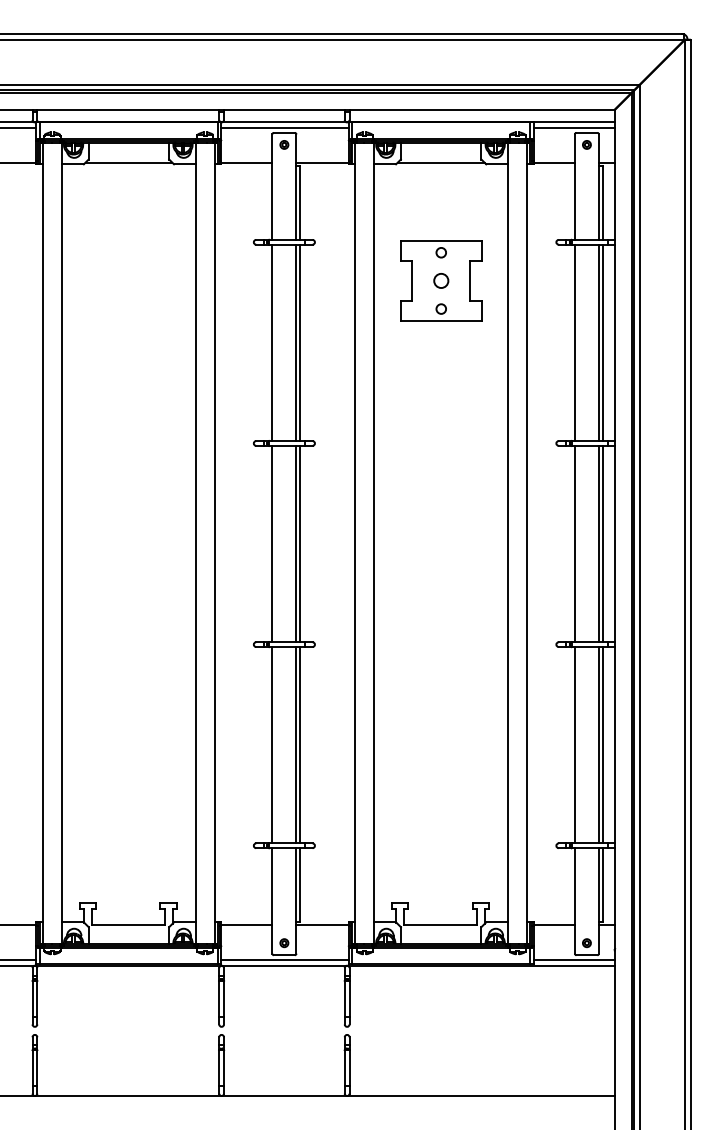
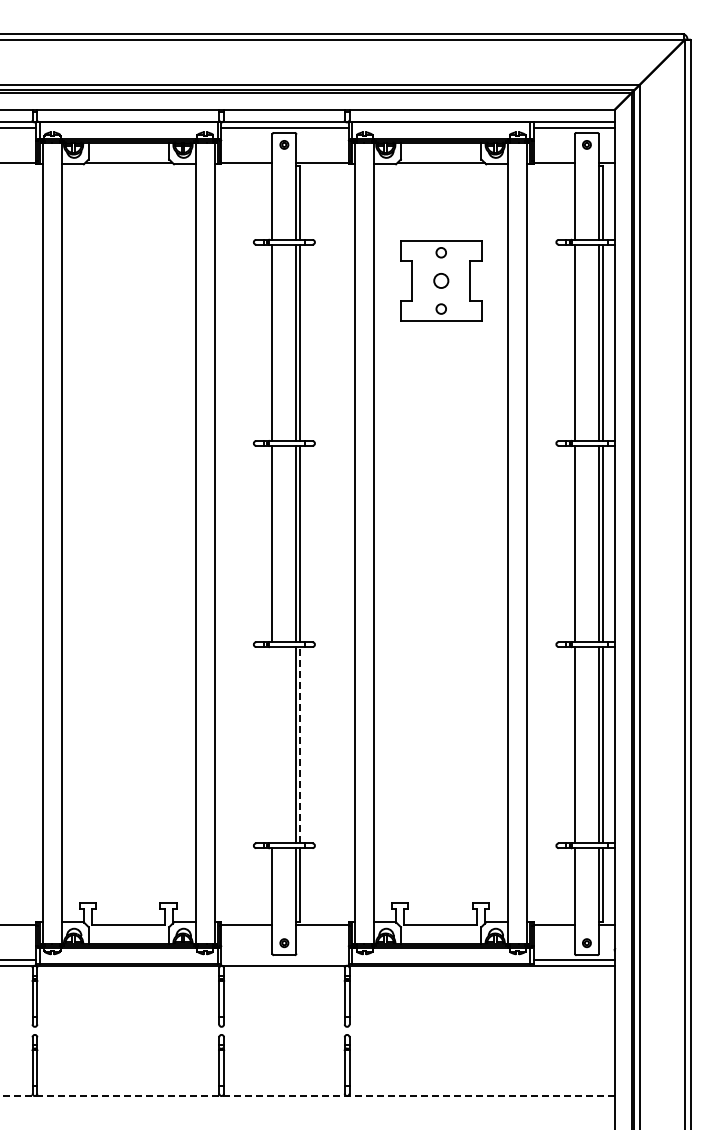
line at (300, 744): solid -> dashed
line at (272, 745): present -> none
line at (284, 960): present -> none
line at (307, 1096): solid -> dashed
